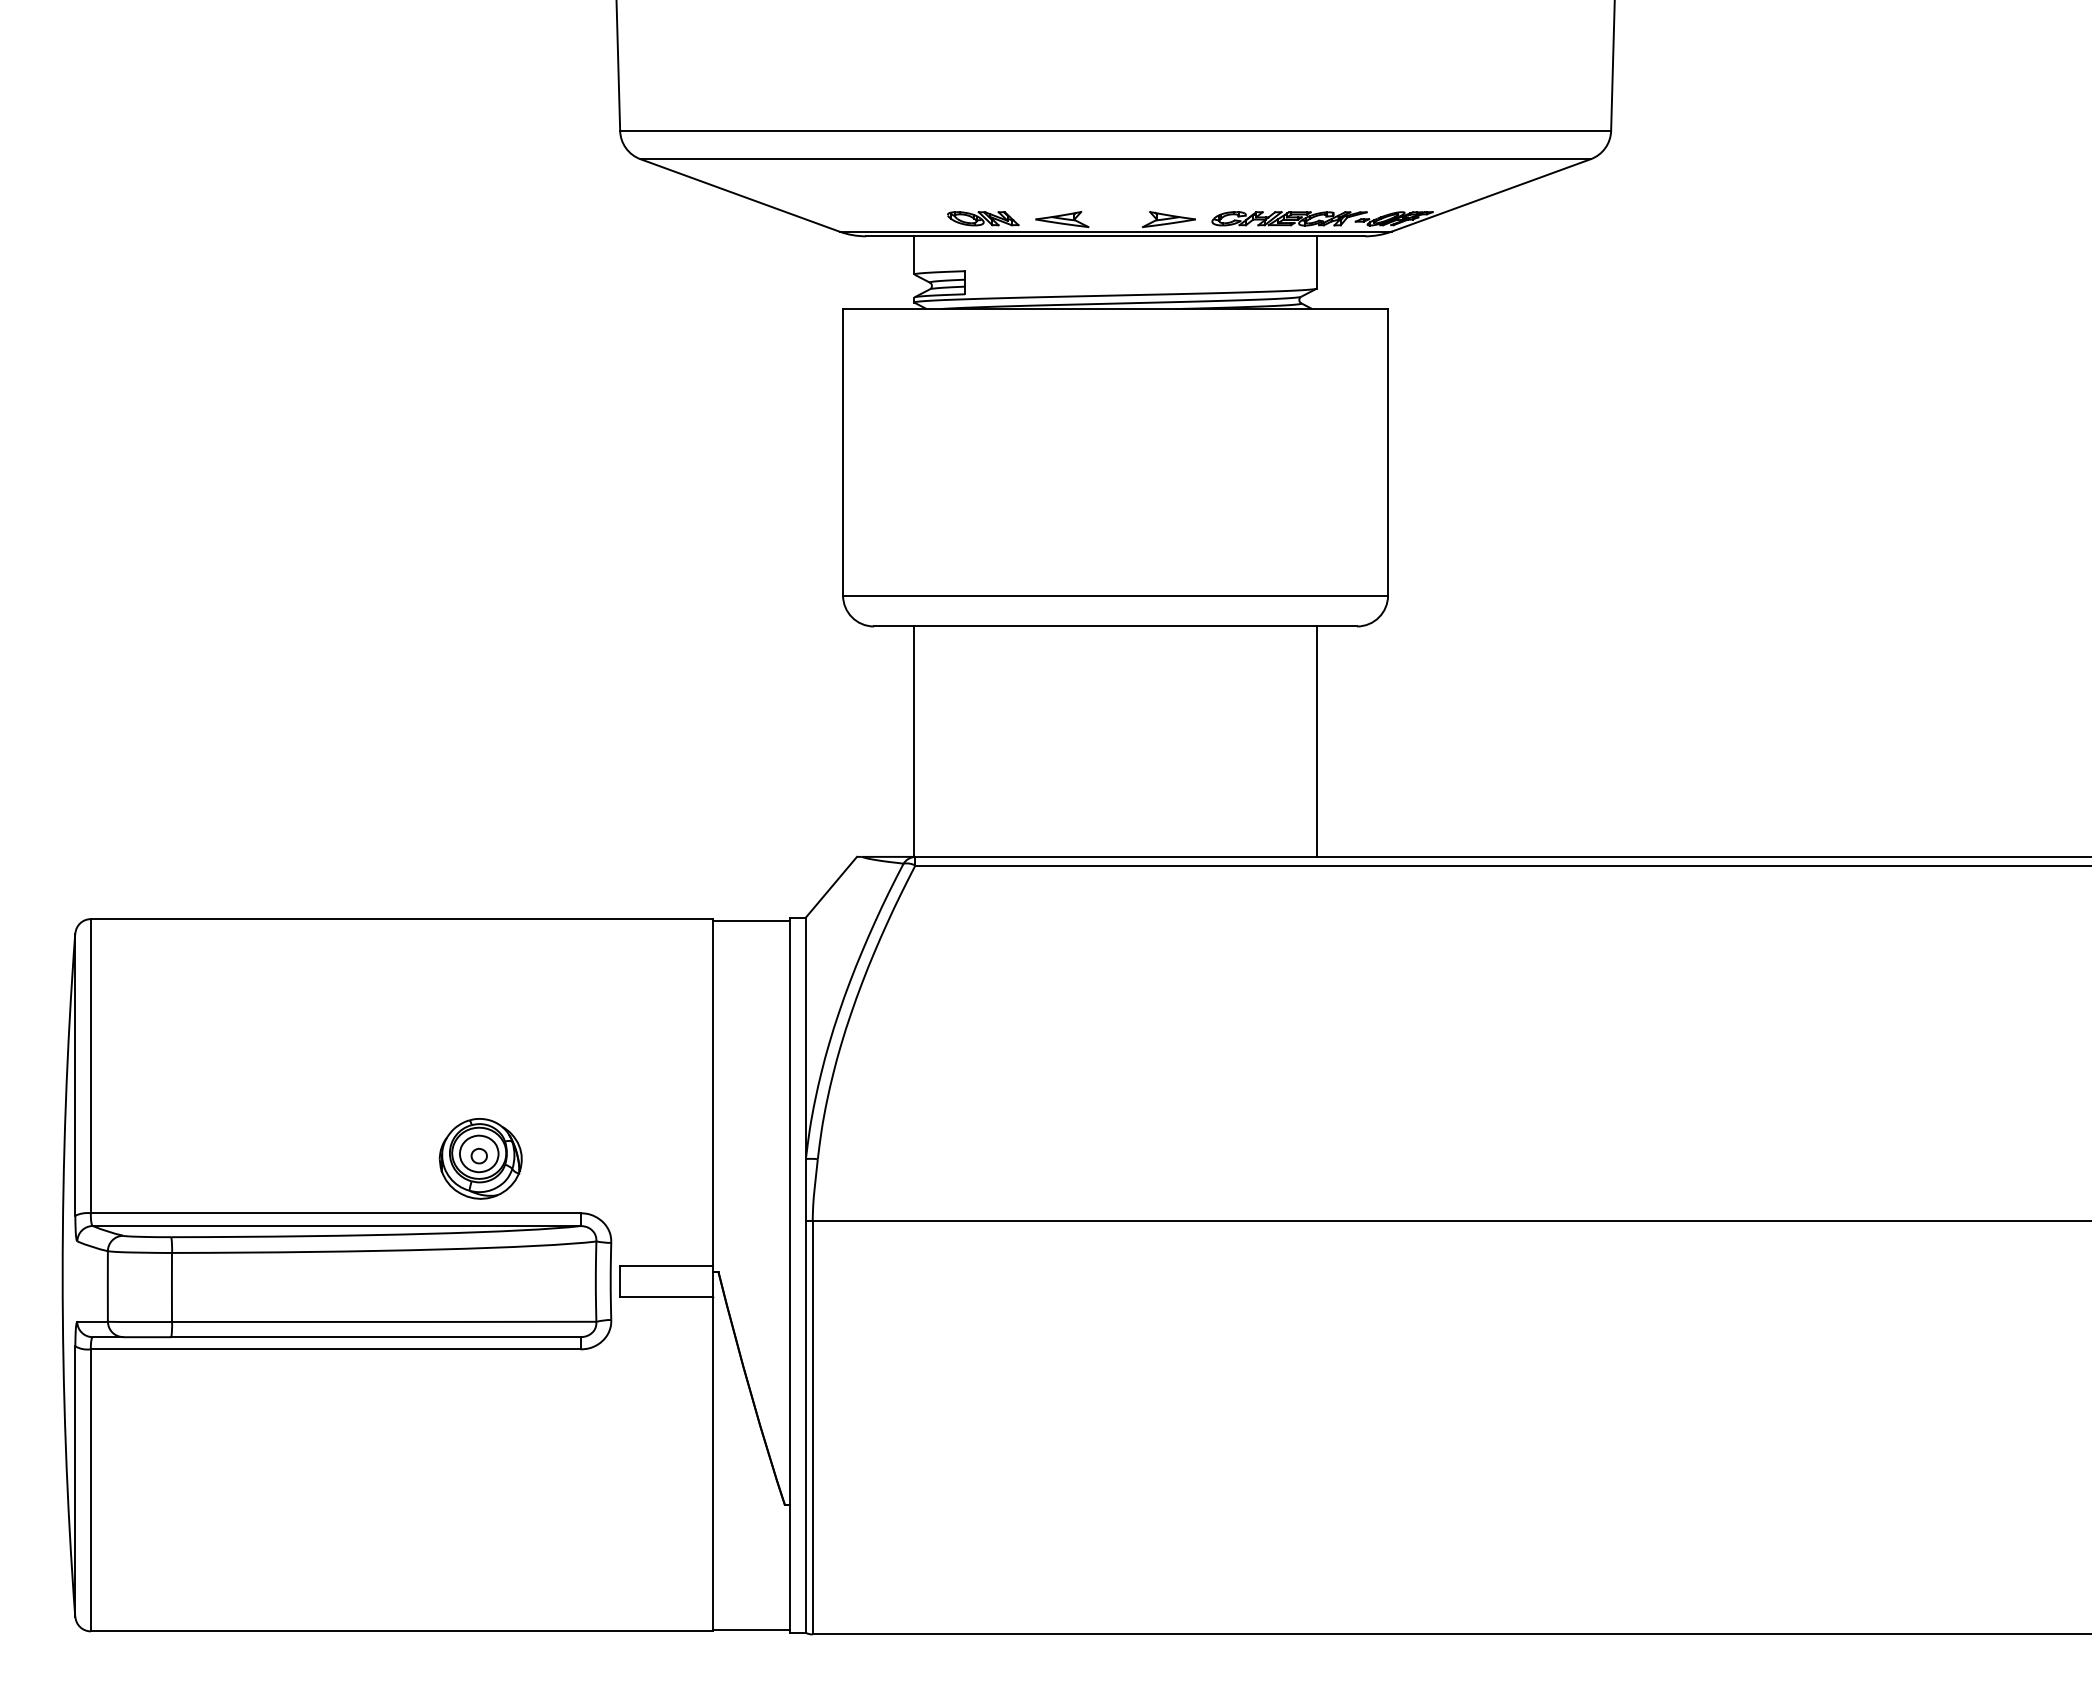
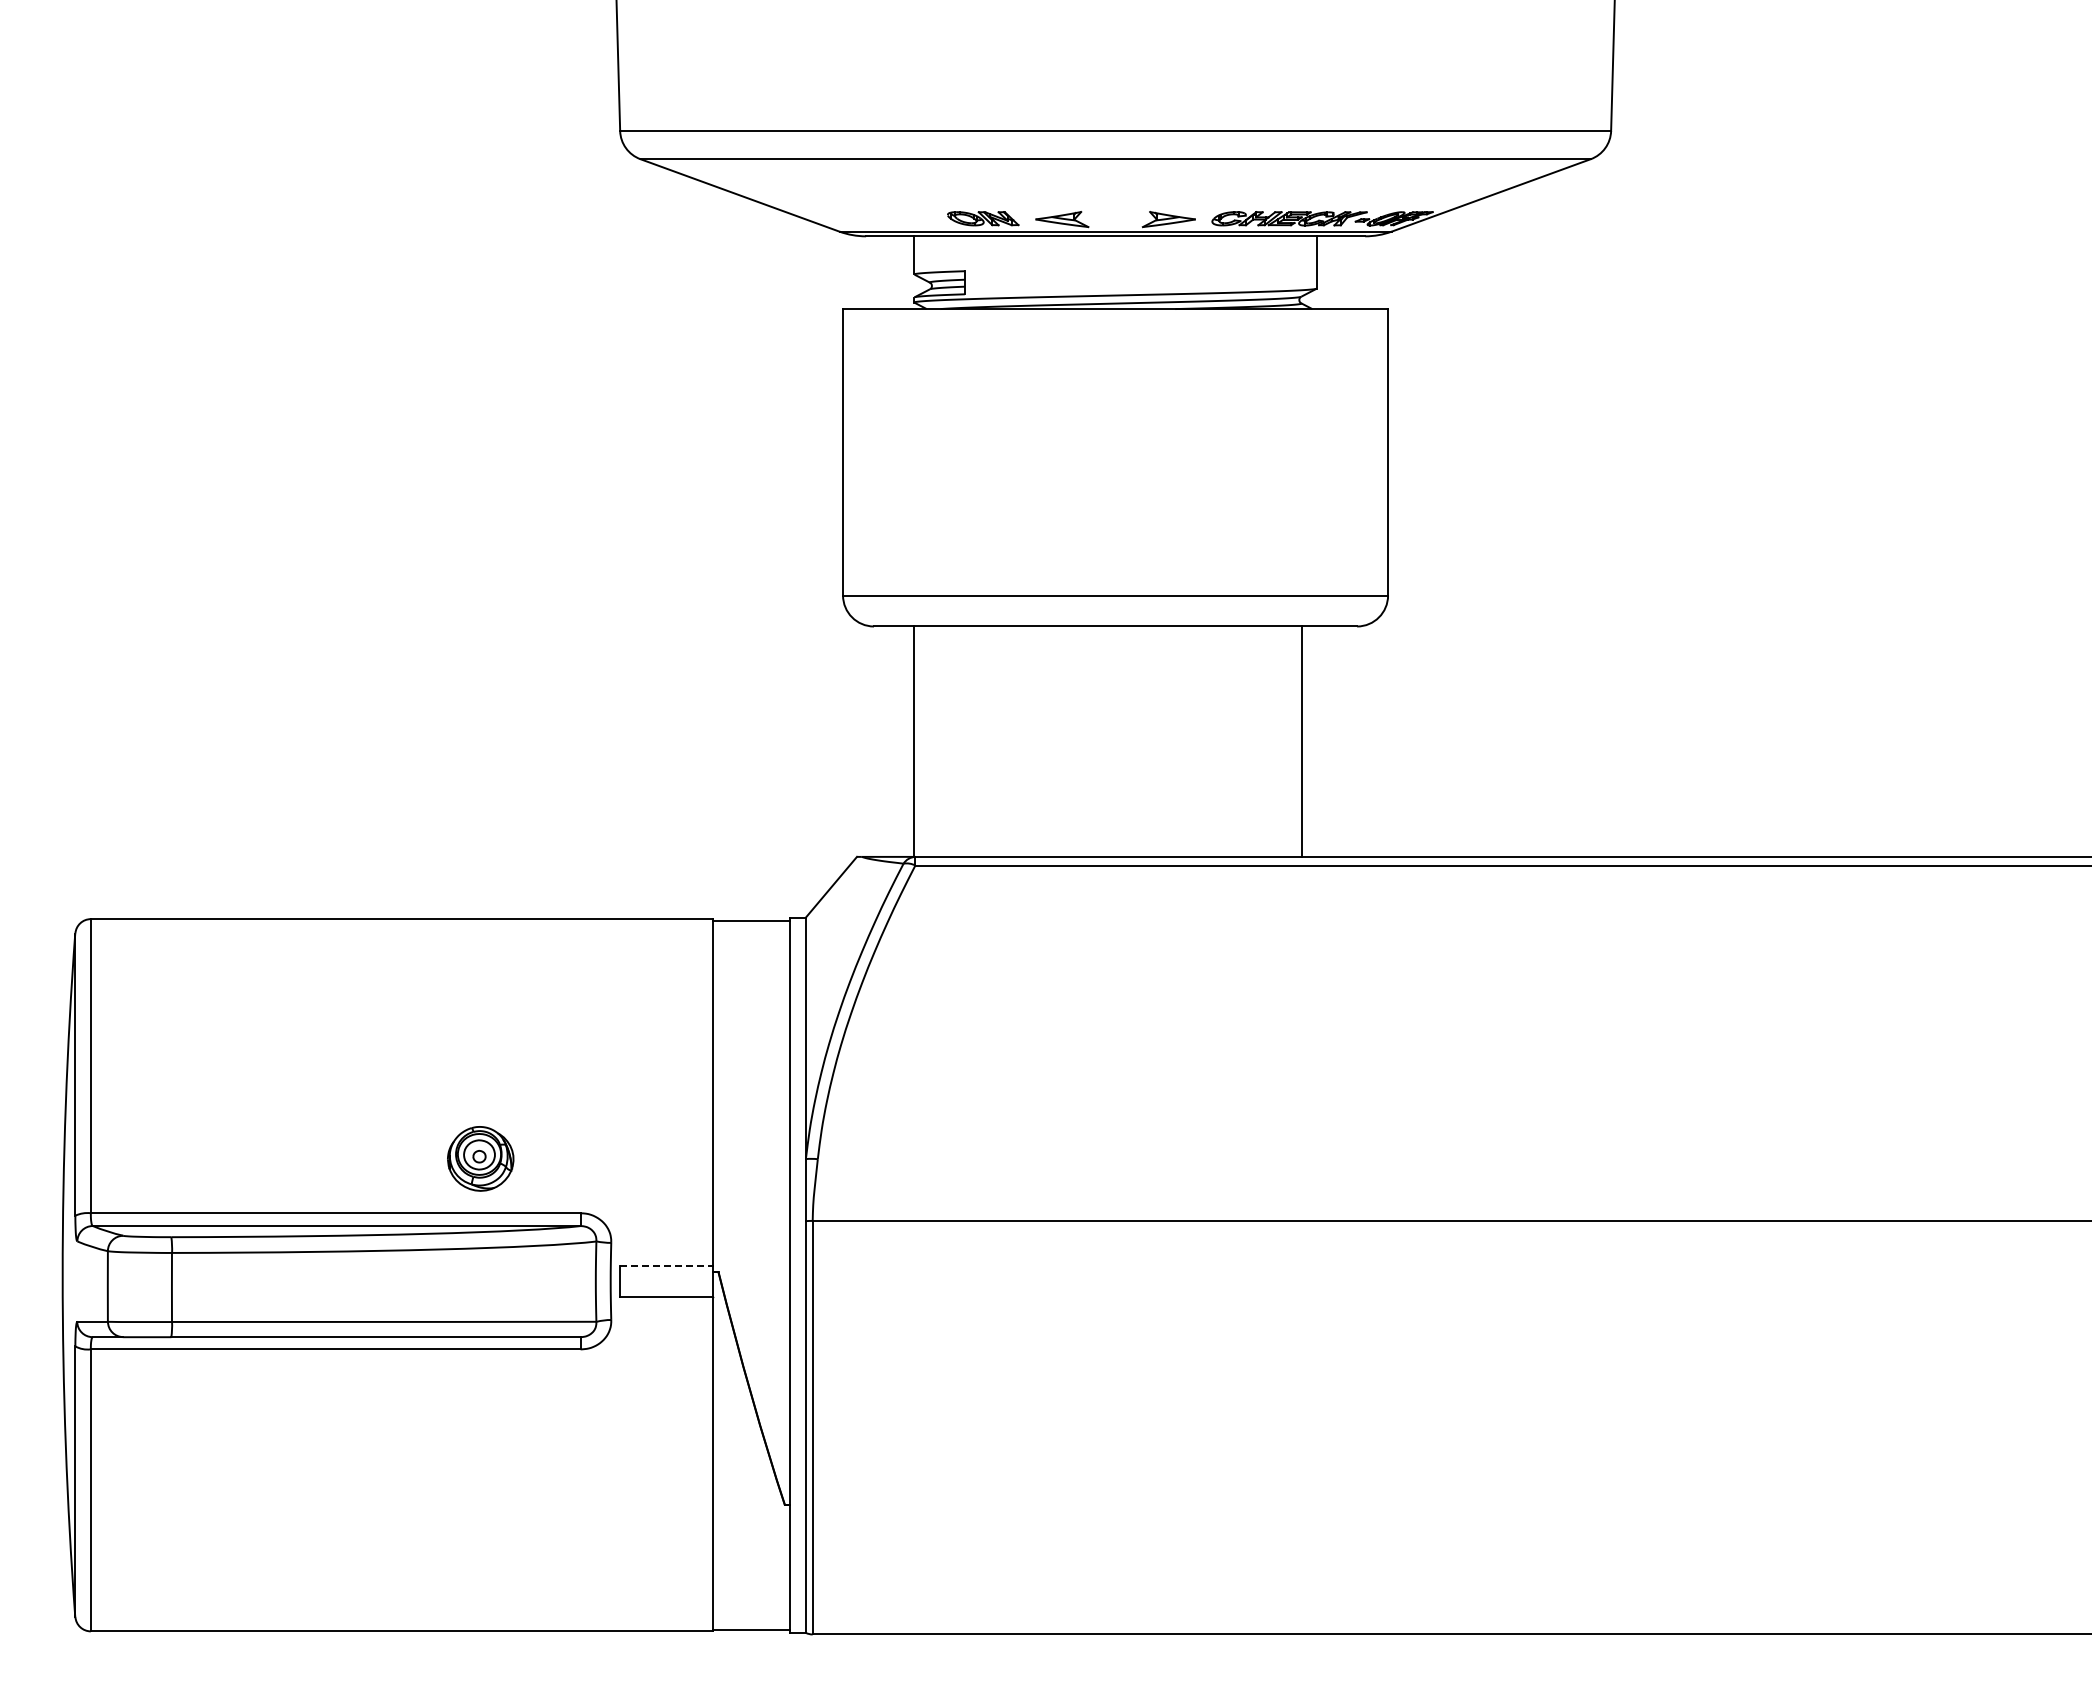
line at (1316, 741) position: (1316, 741) -> (1301, 741)
part at (480, 1158) size: 85x82 px -> 68x66 px
line at (667, 1265): solid -> dashed
